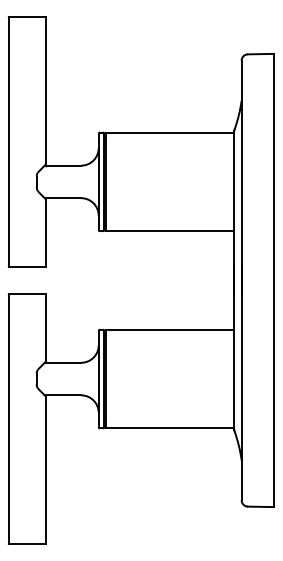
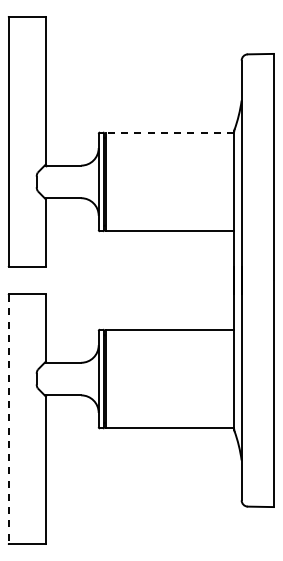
line at (169, 132): solid -> dashed
line at (8, 419): solid -> dashed
